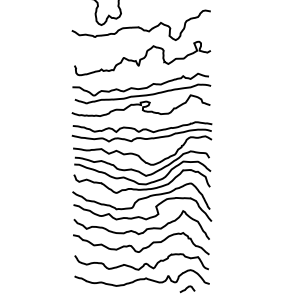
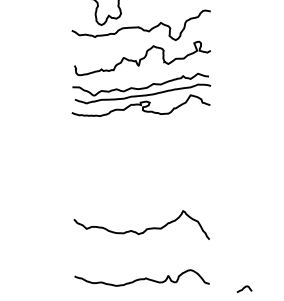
part at (141, 171): present -> none
part at (141, 251): present -> none
curve at (187, 288) position: (187, 288) -> (244, 288)
